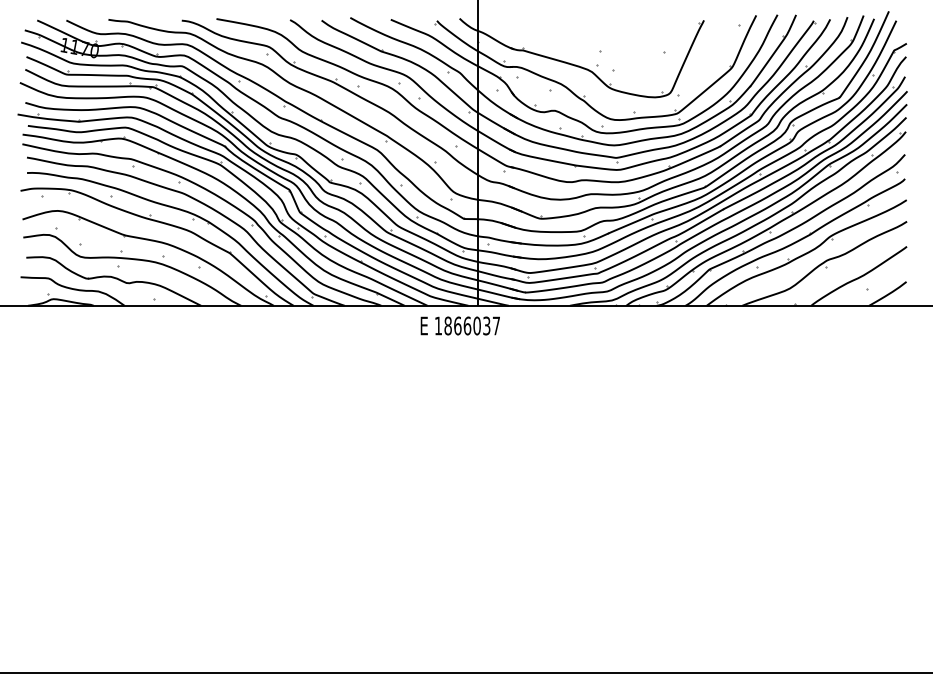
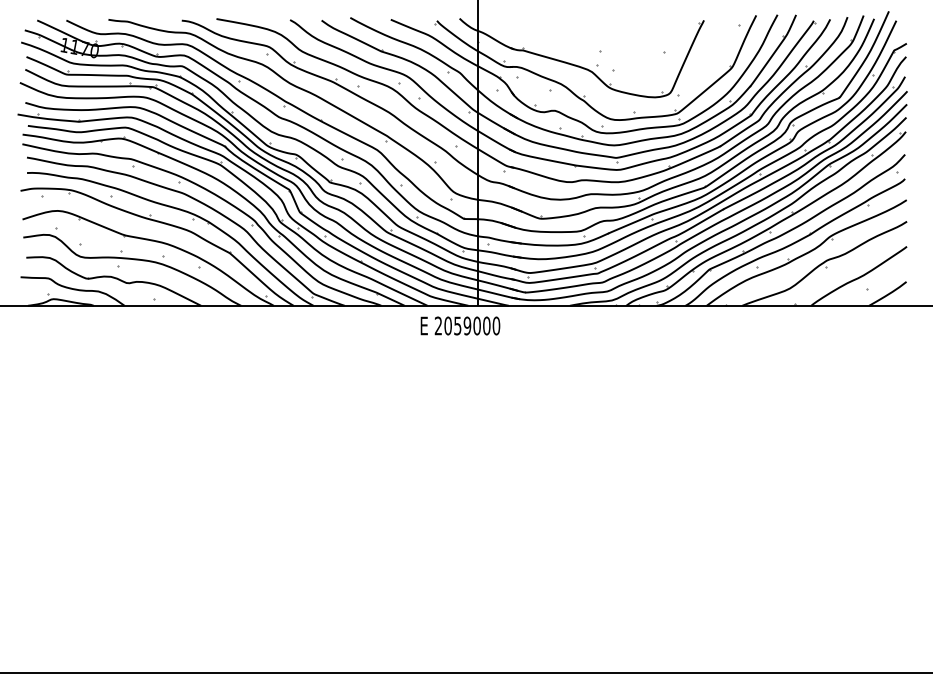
text at (467, 325): 1866037 -> 2059000
